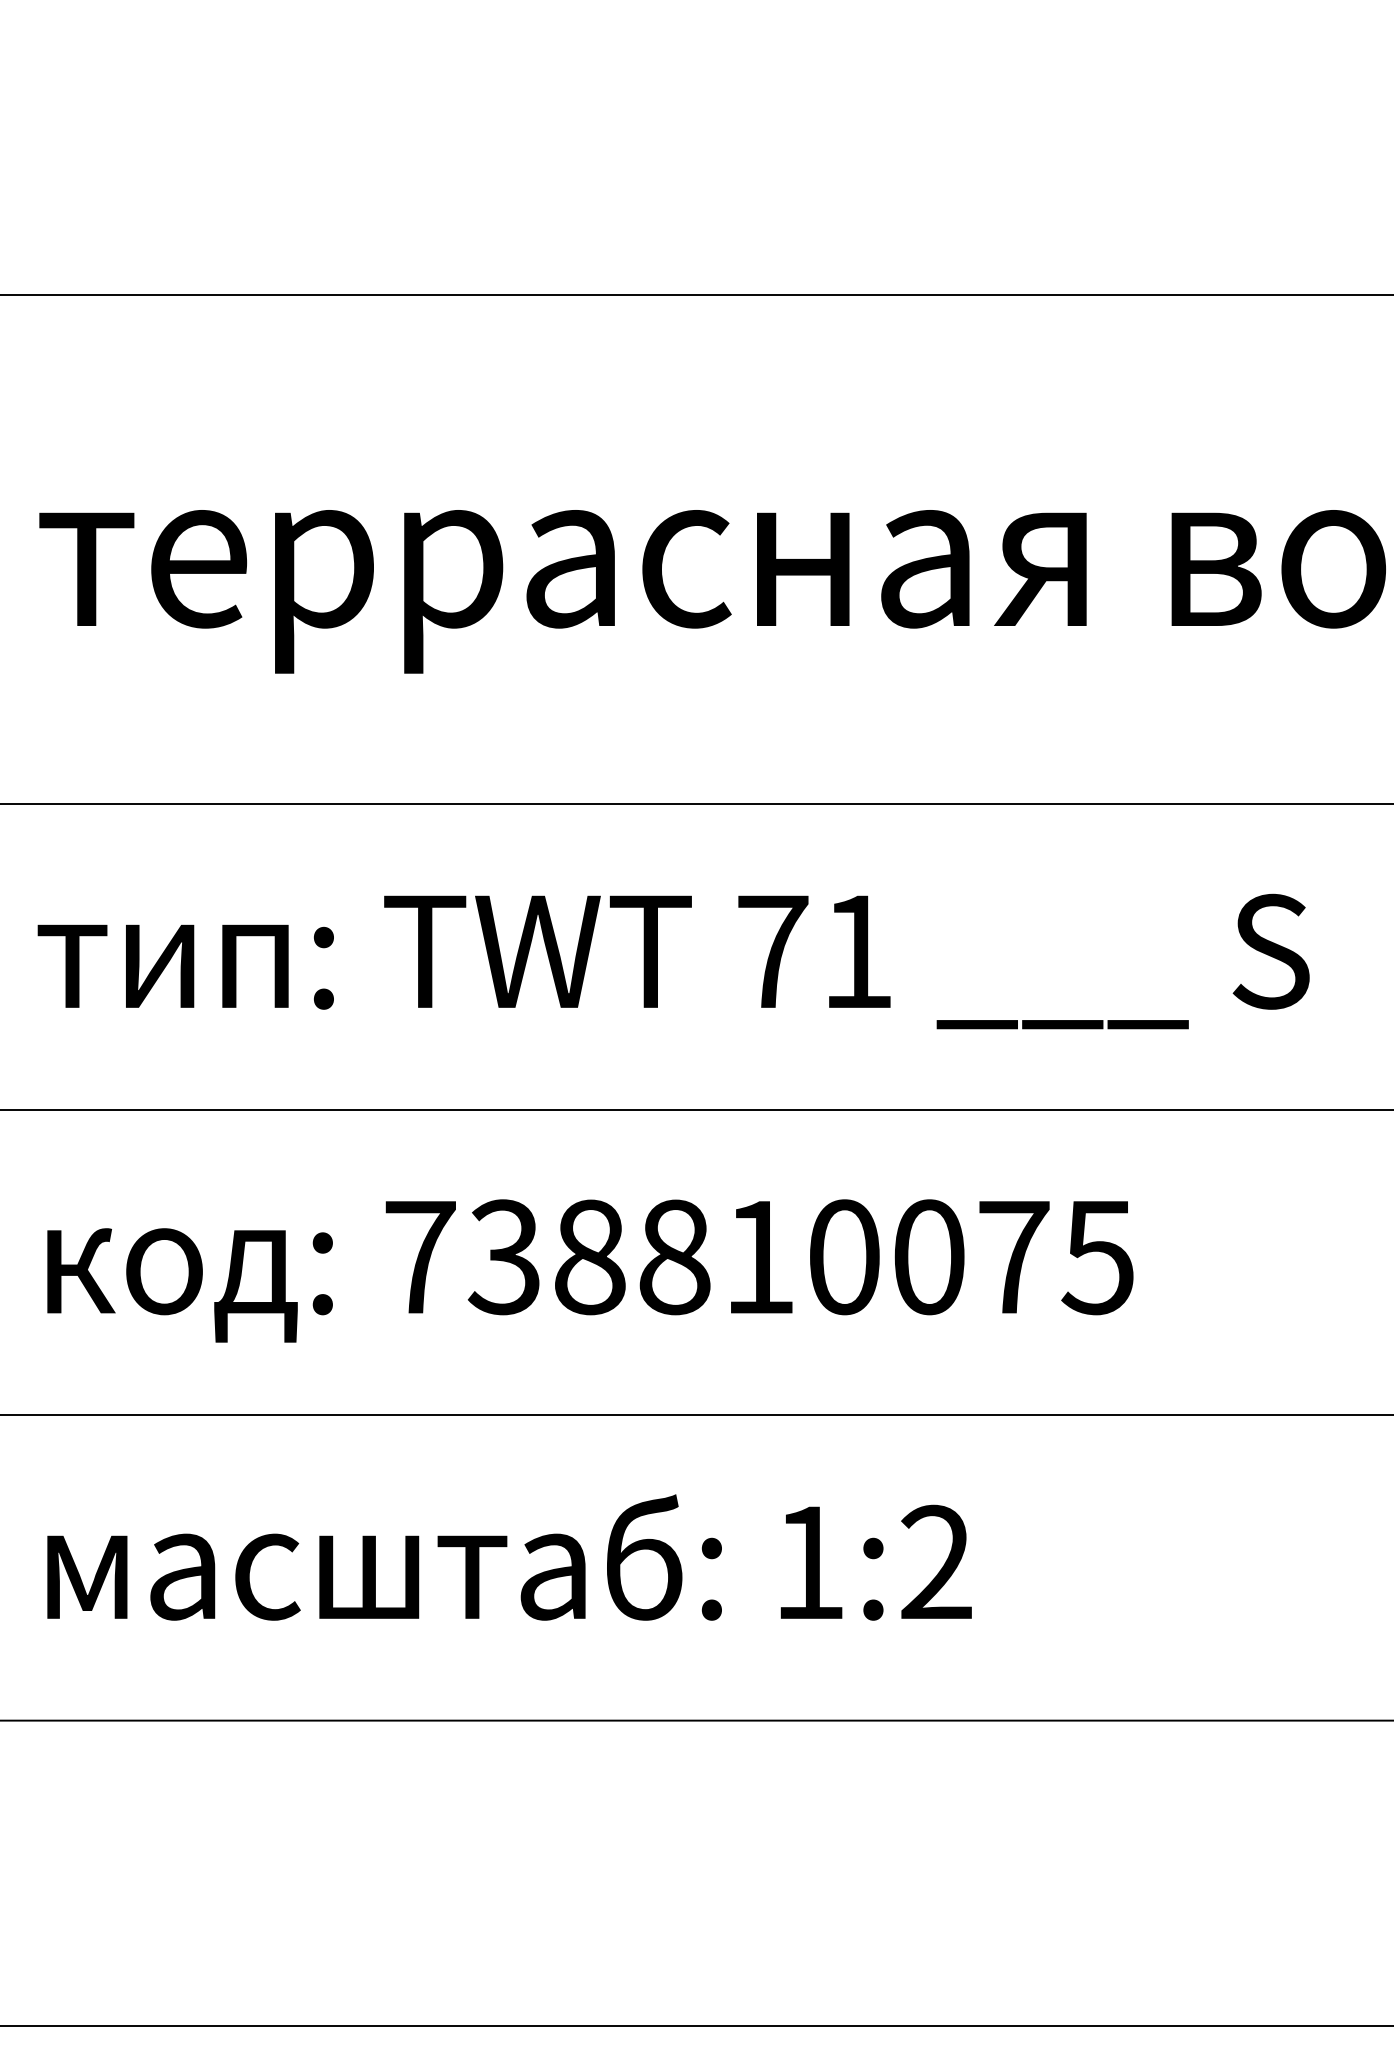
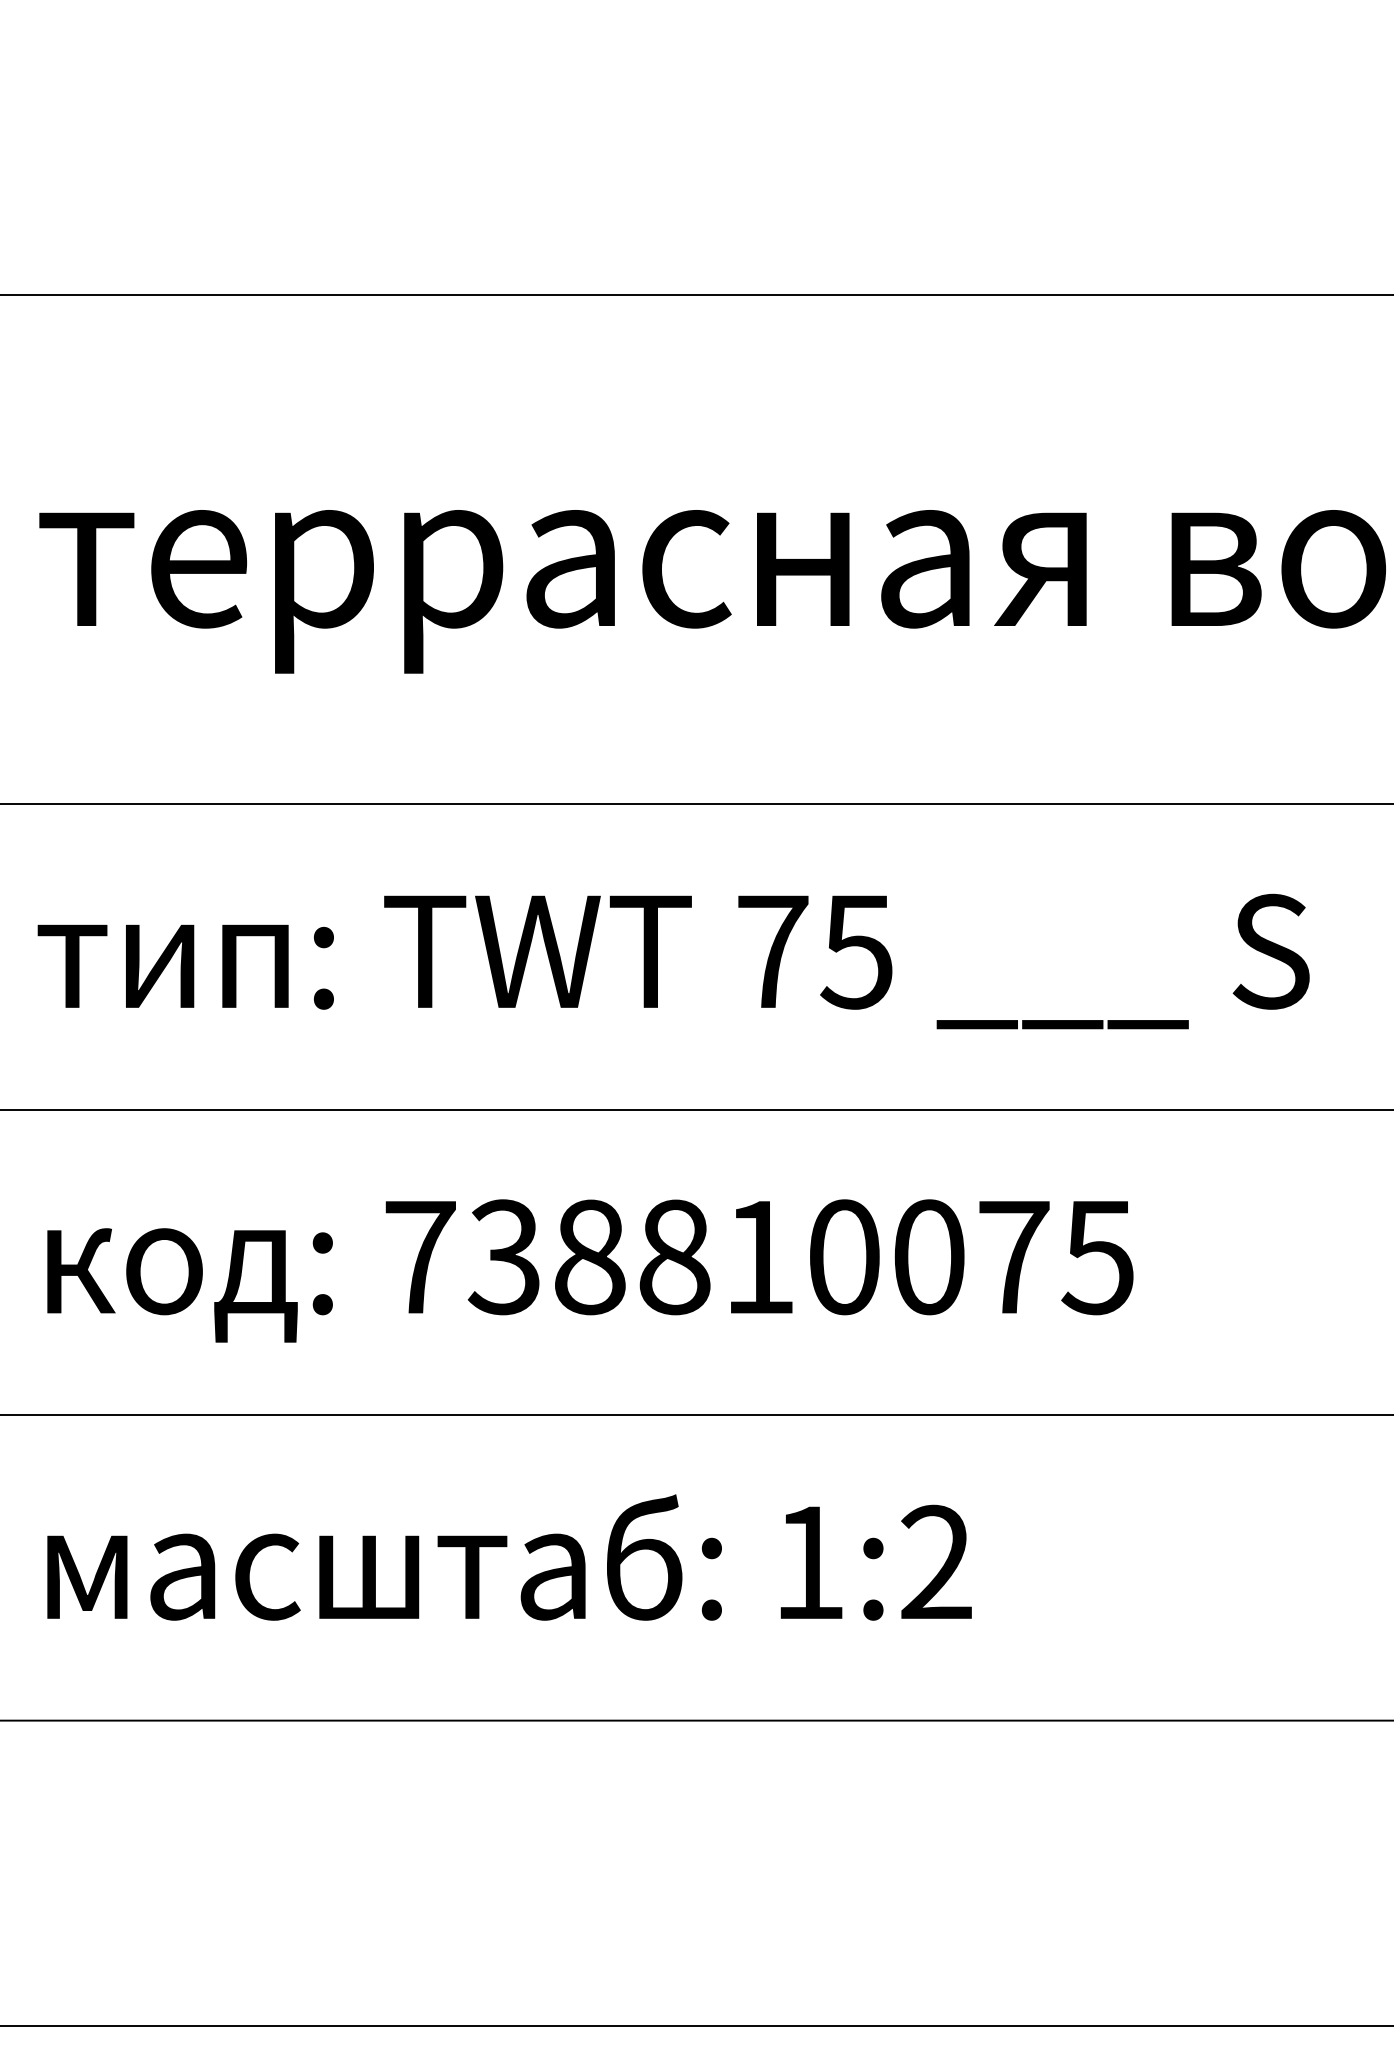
text at (856, 952): 71 -> 75
